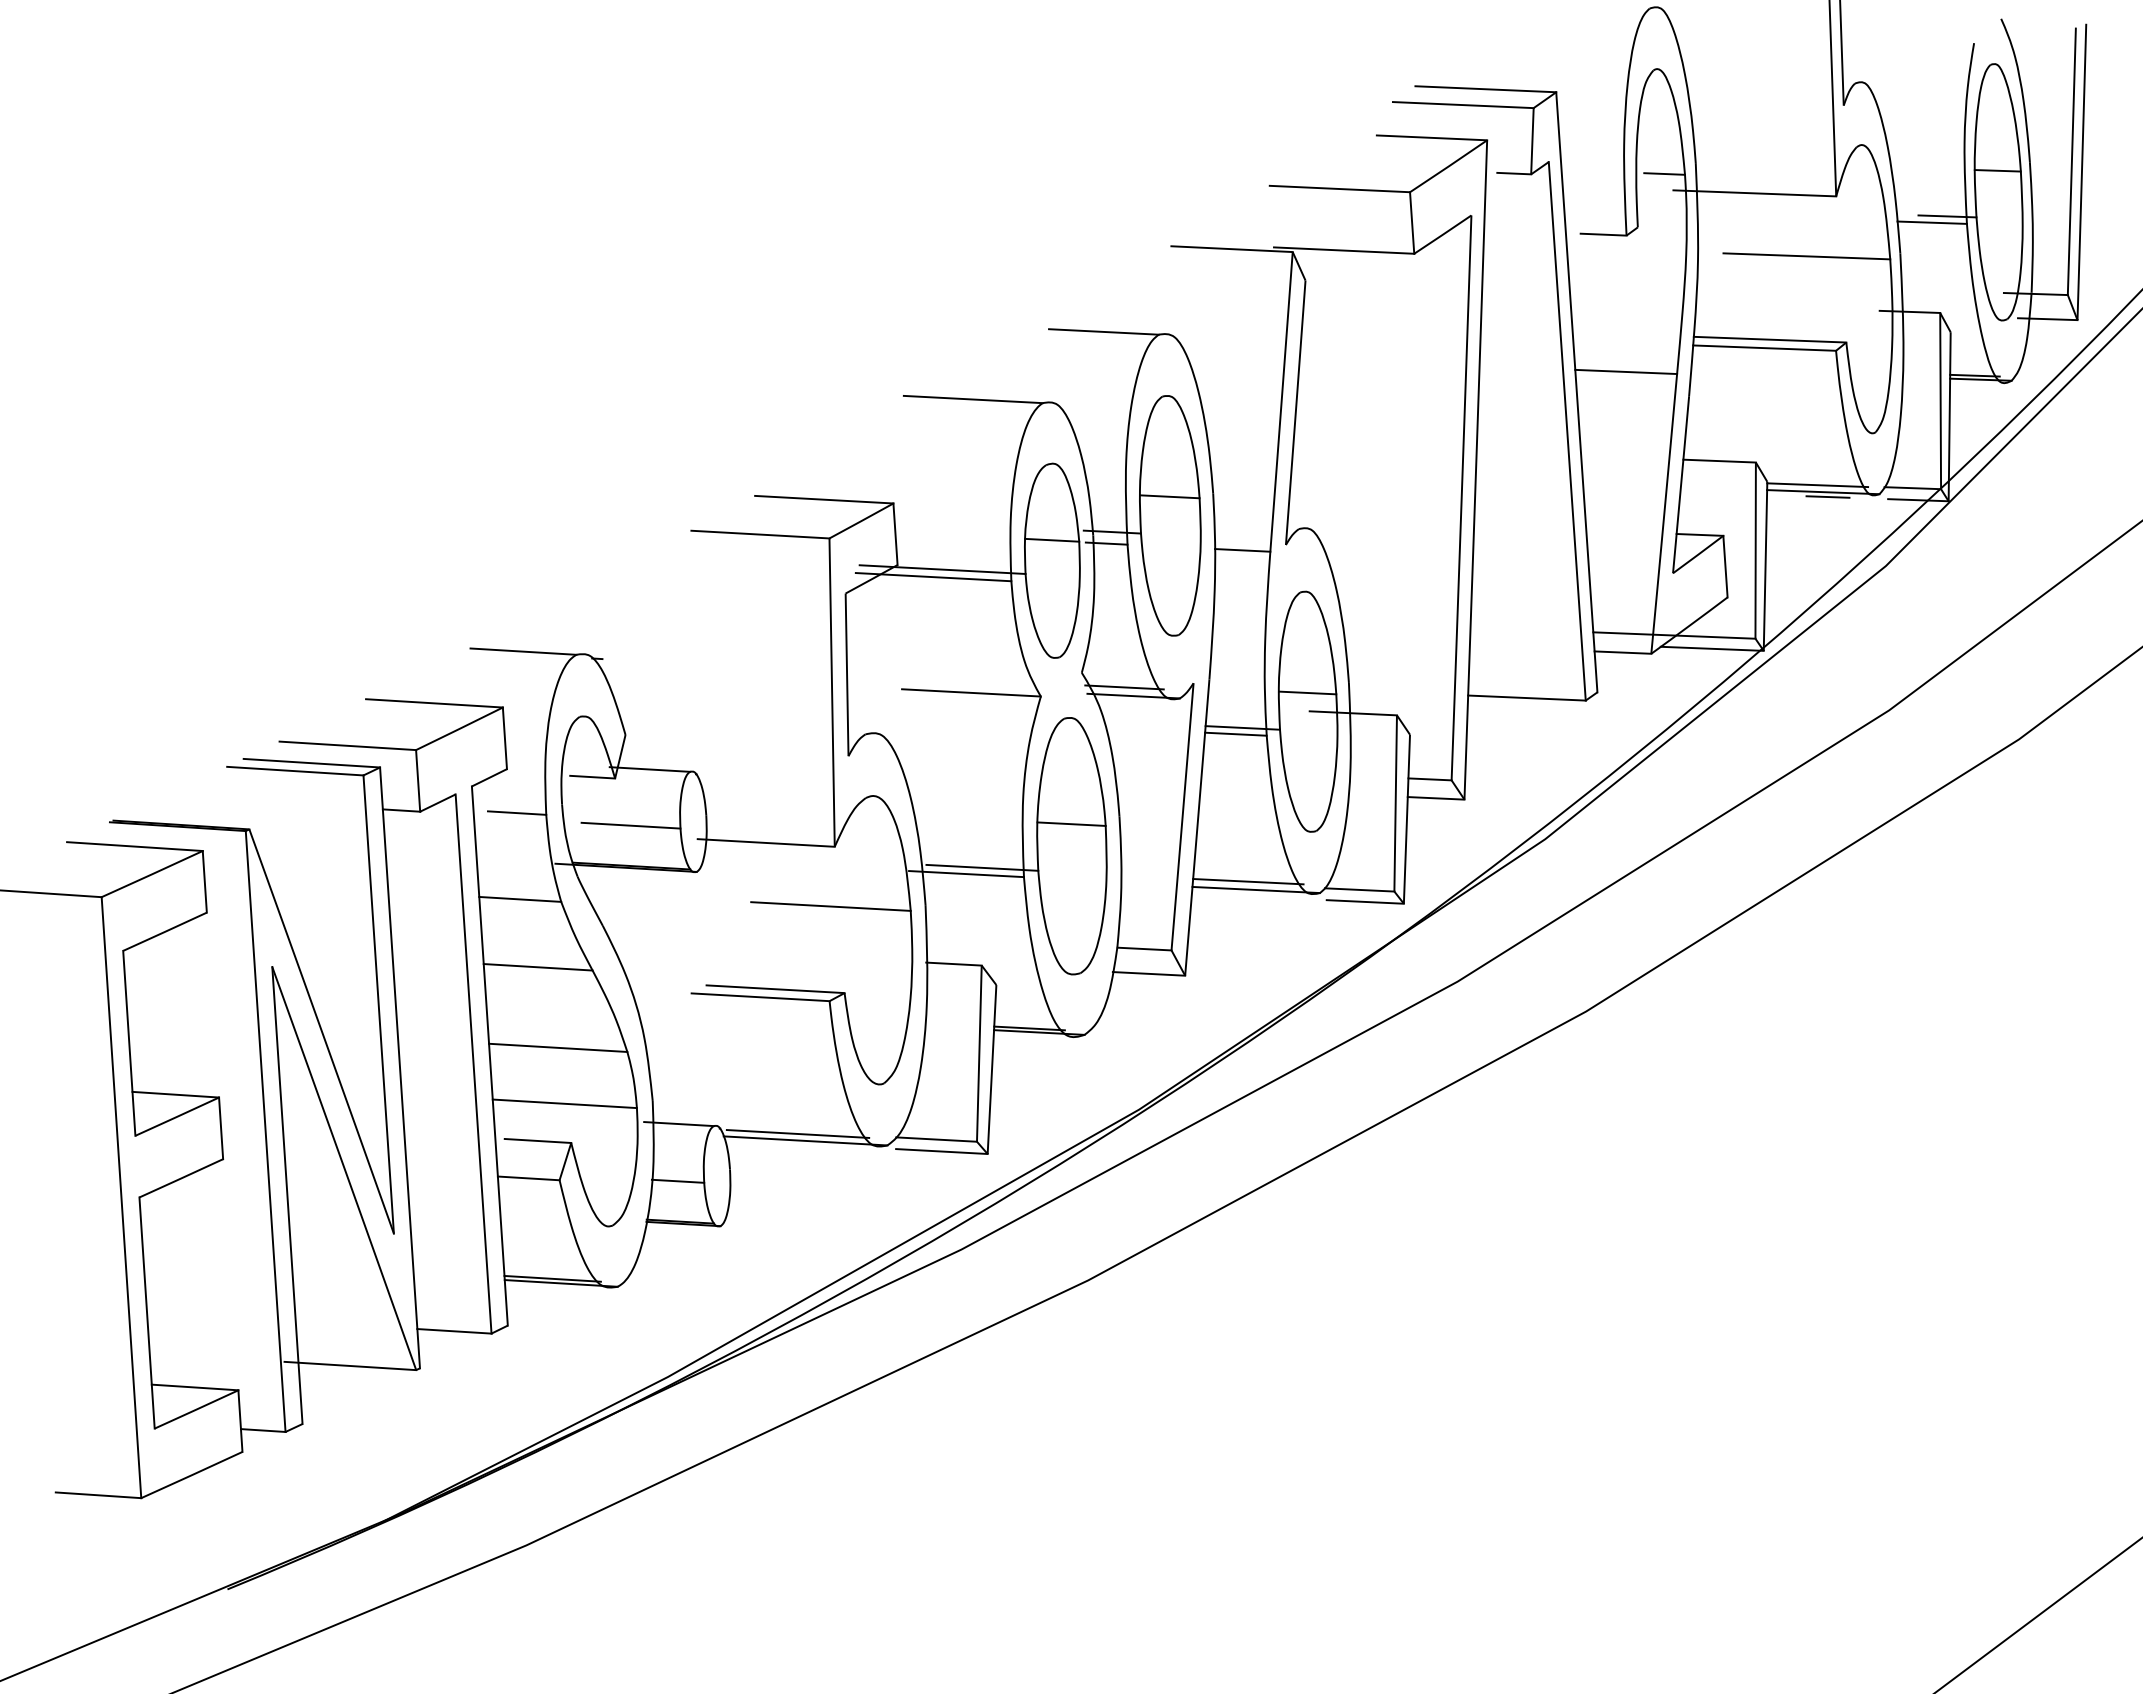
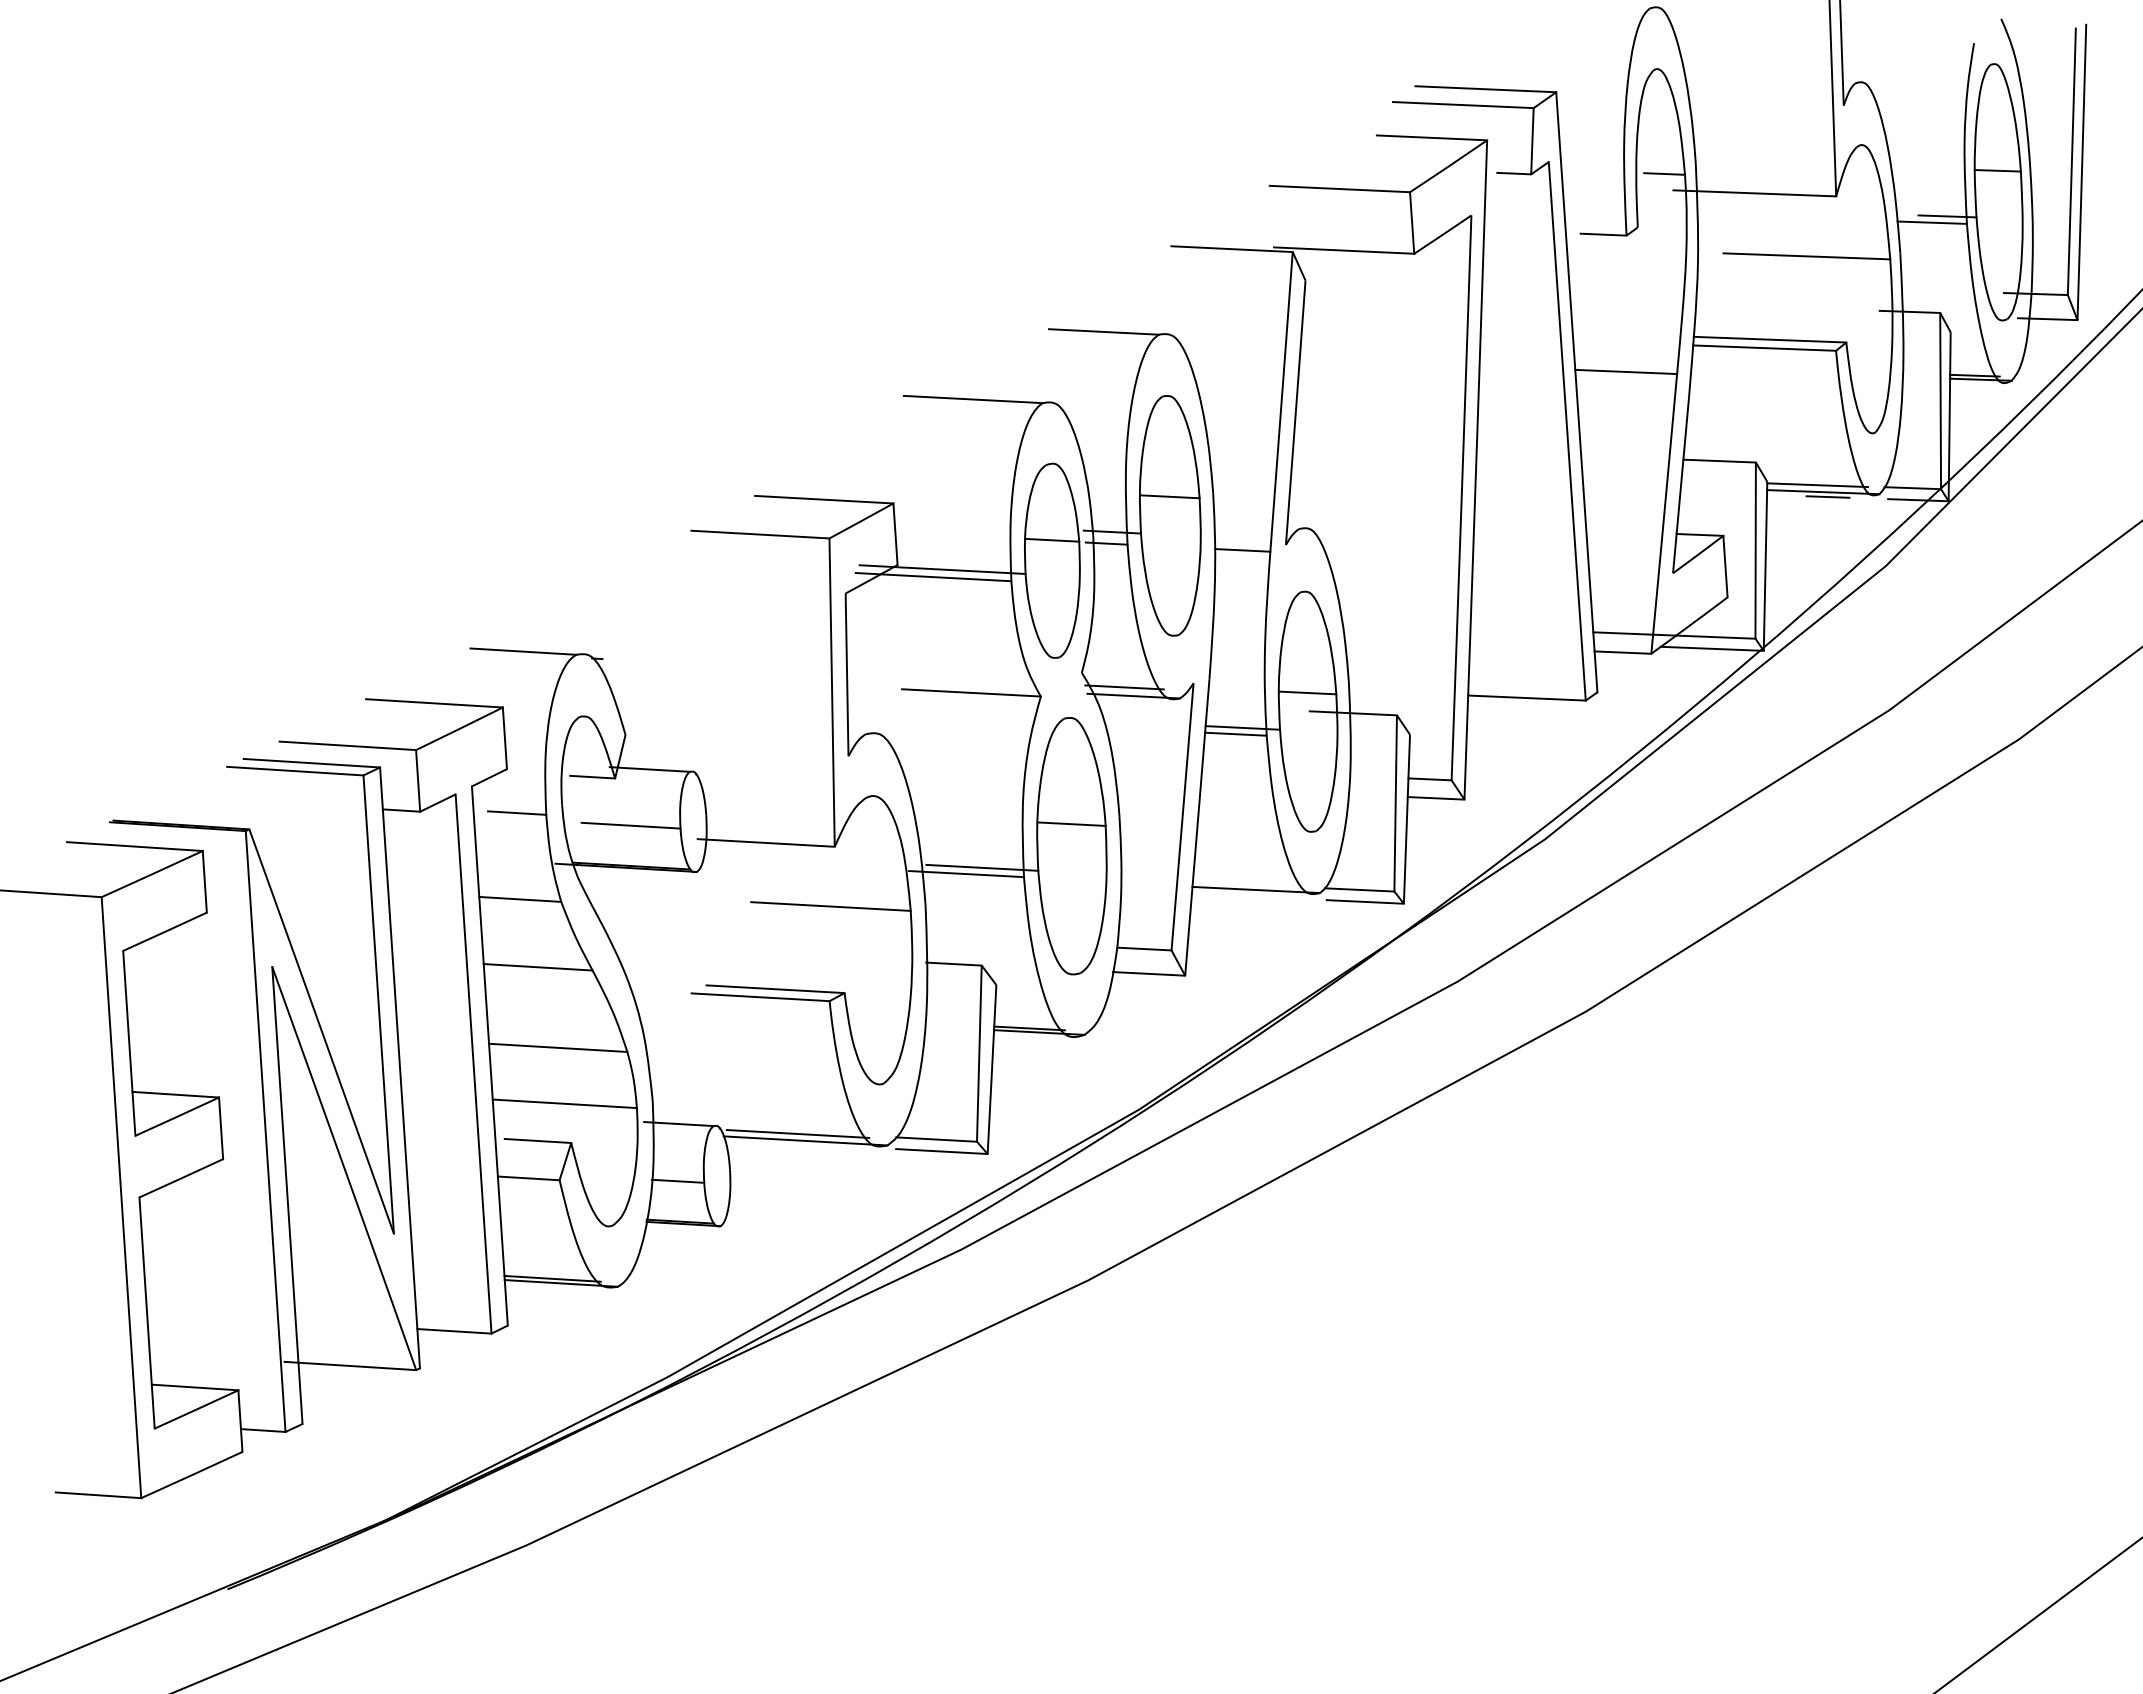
line at (1248, 881): present -> none
